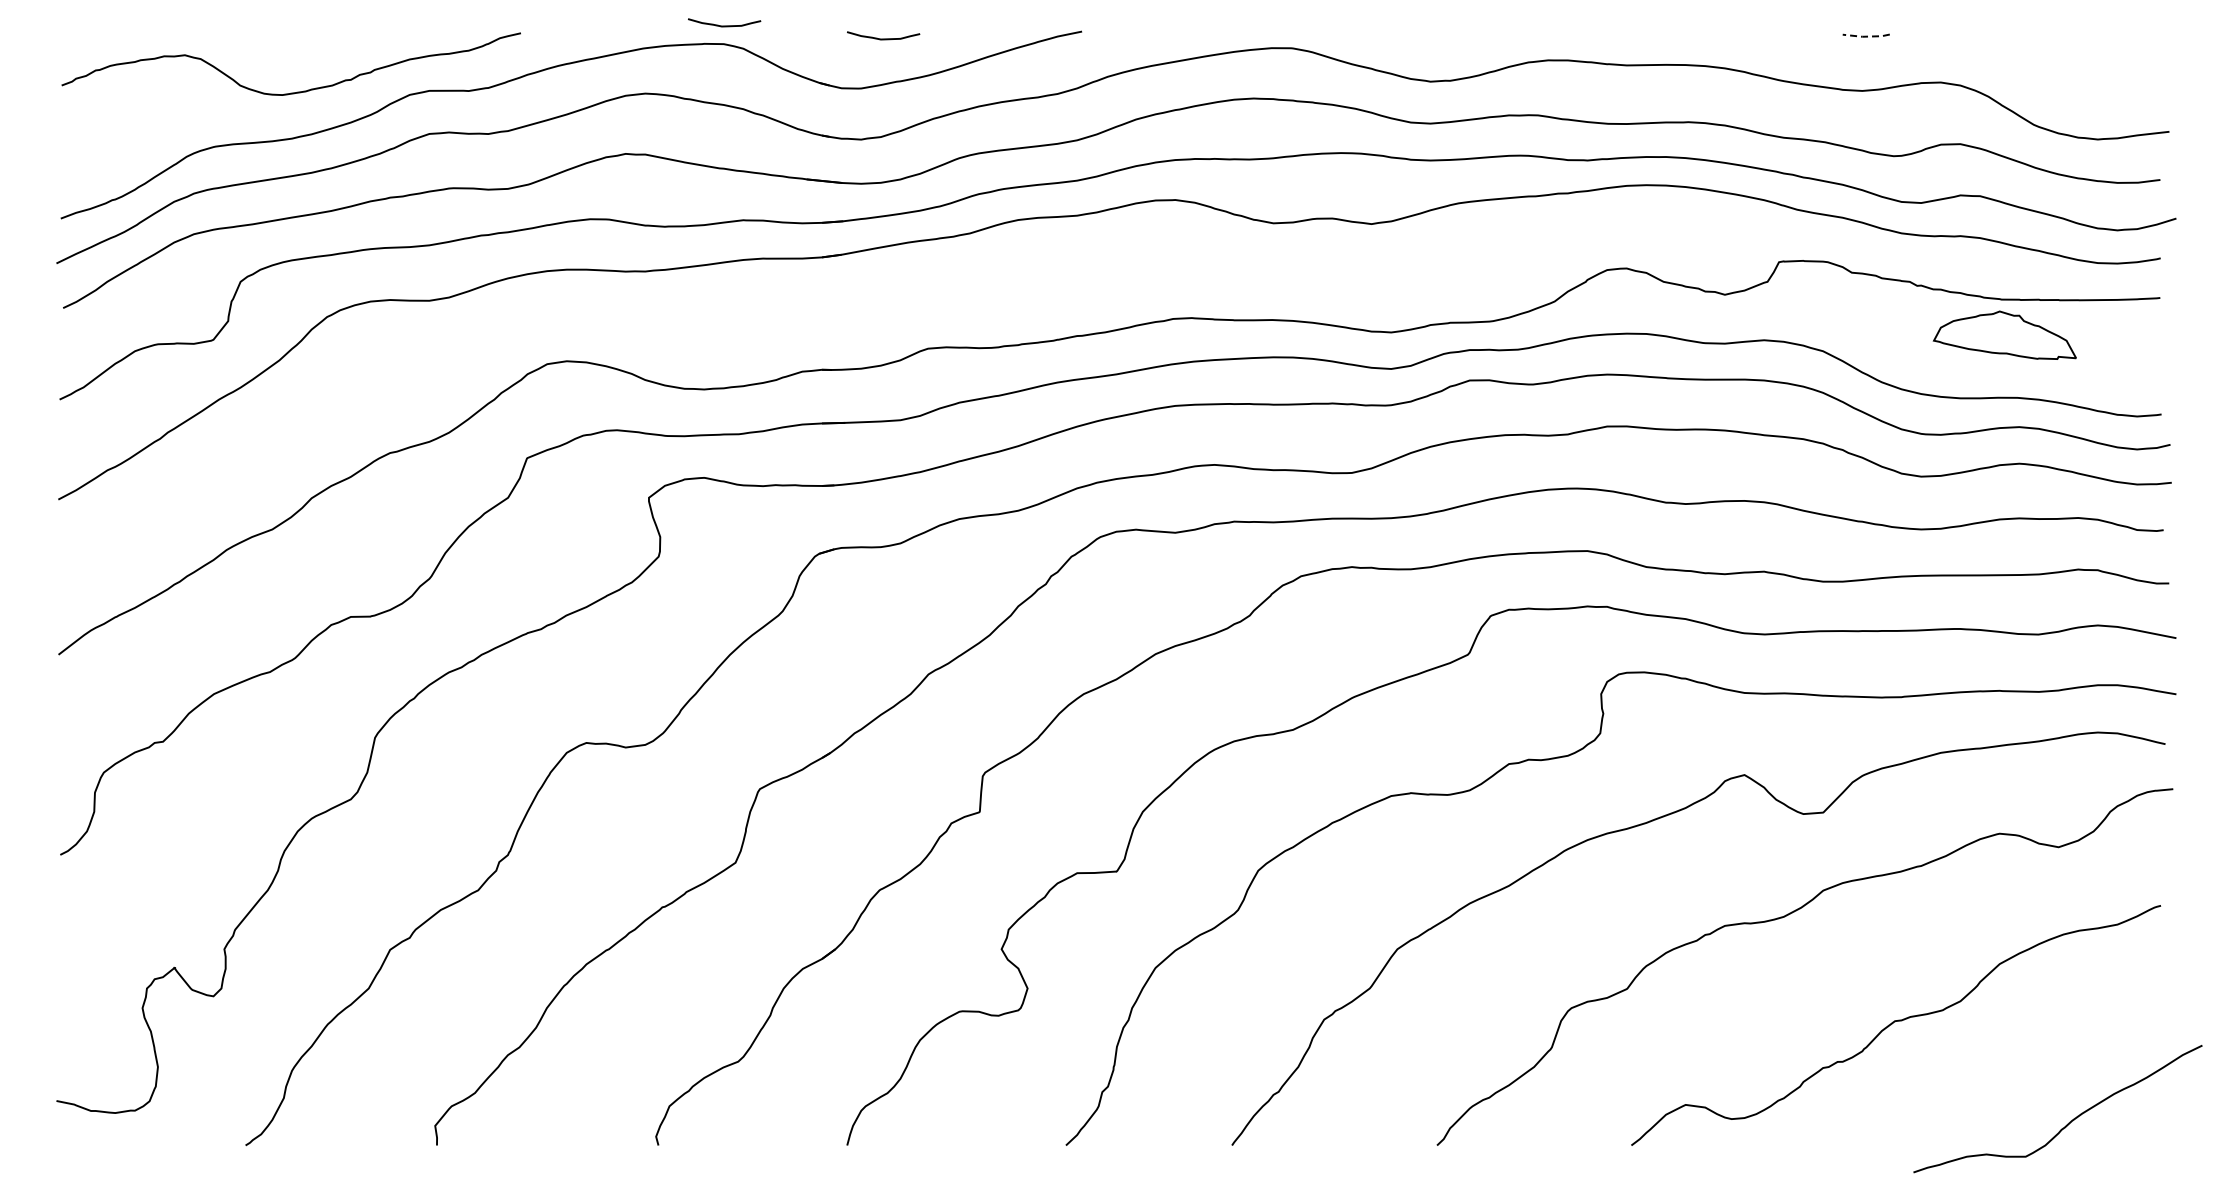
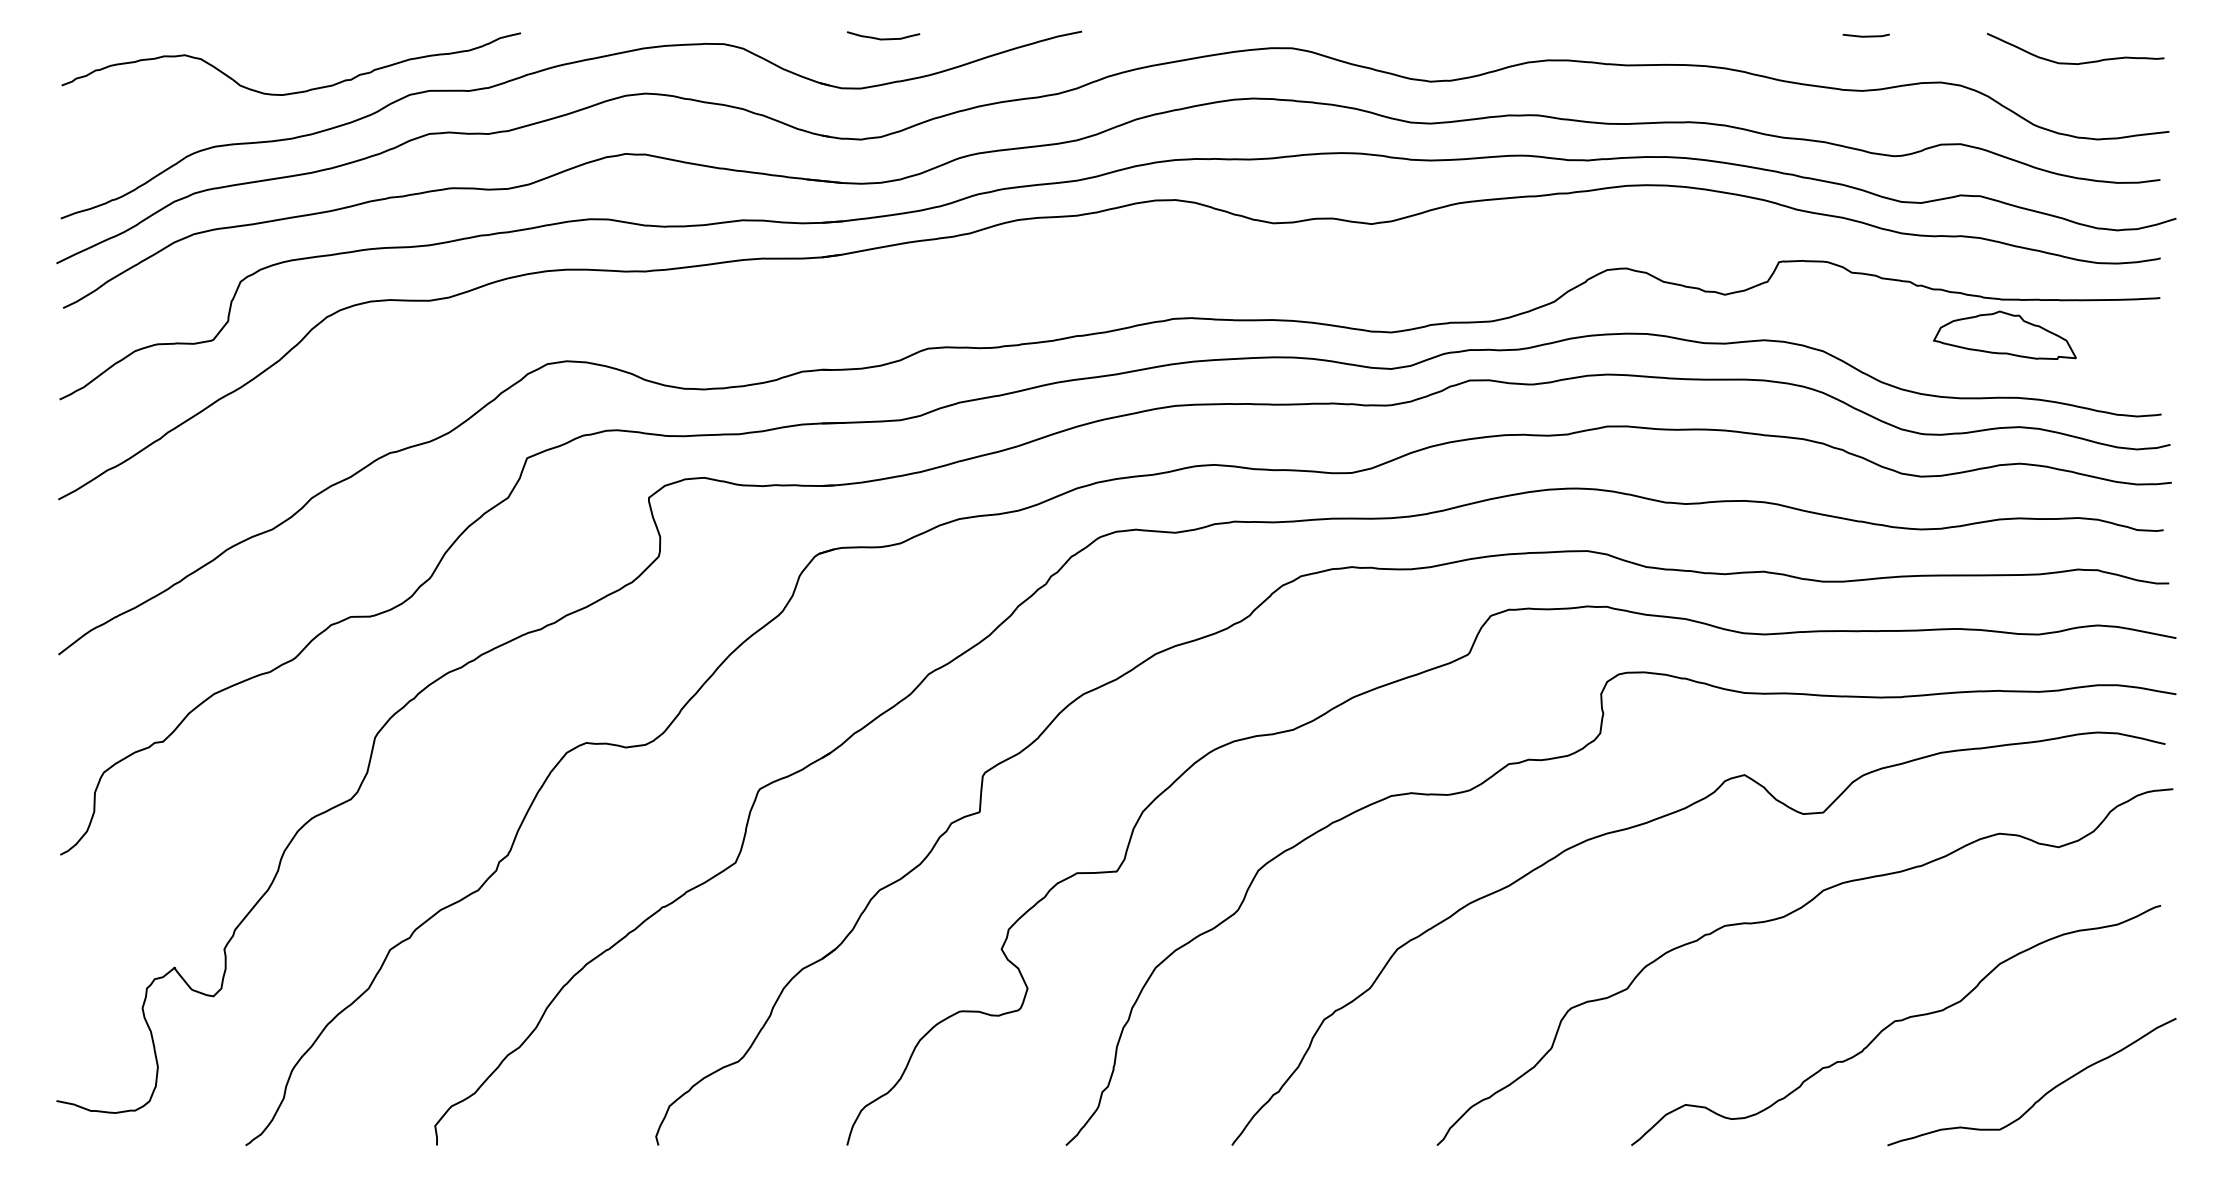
curve at (724, 25): present -> none
line at (1866, 36): dashed -> solid
curve at (2070, 62): none -> present
curve at (2069, 1121) position: (2069, 1121) -> (2043, 1094)
